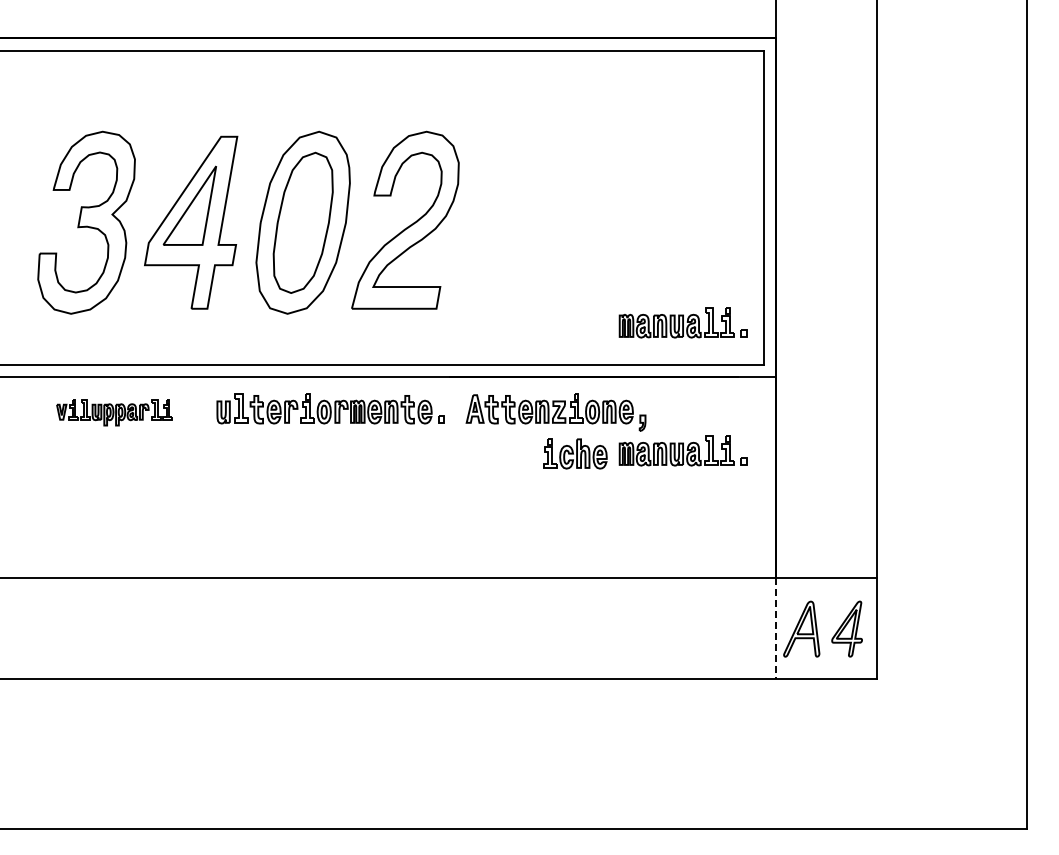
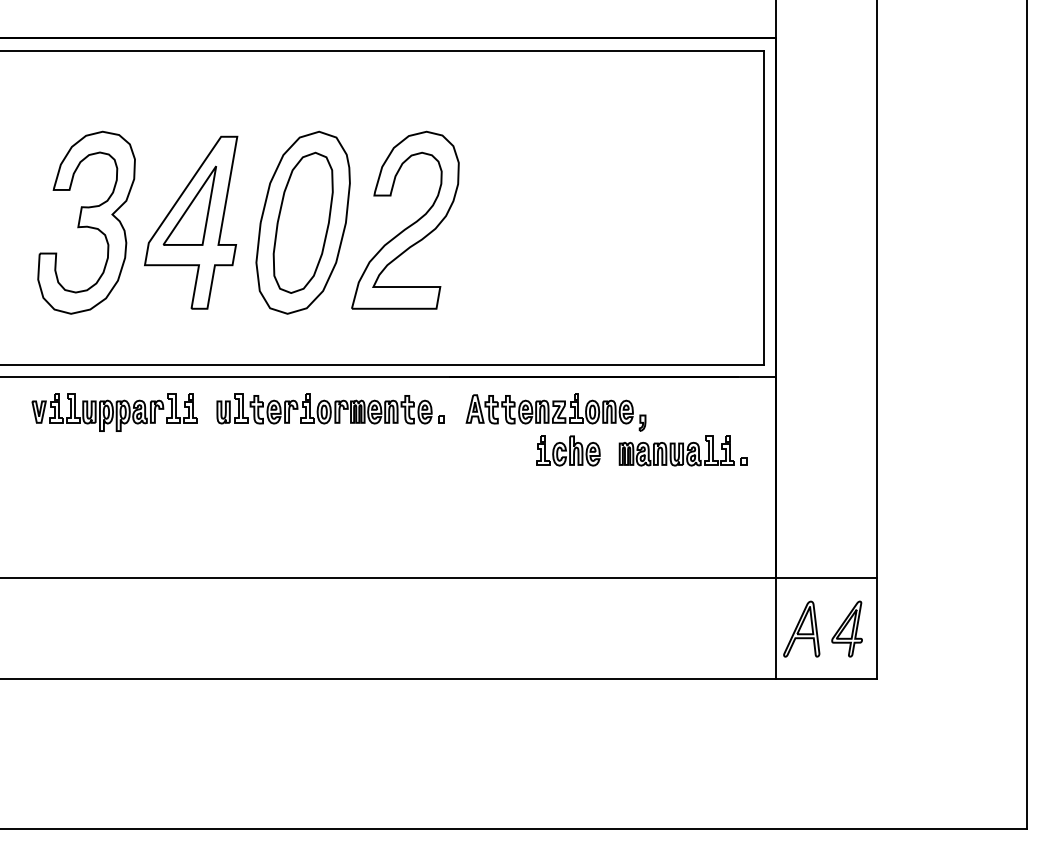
part at (682, 322): present -> none
part at (114, 412) size: 117x28 px -> 167x39 px
part at (575, 453) position: (575, 453) -> (568, 450)
line at (776, 629): dashed -> solid
